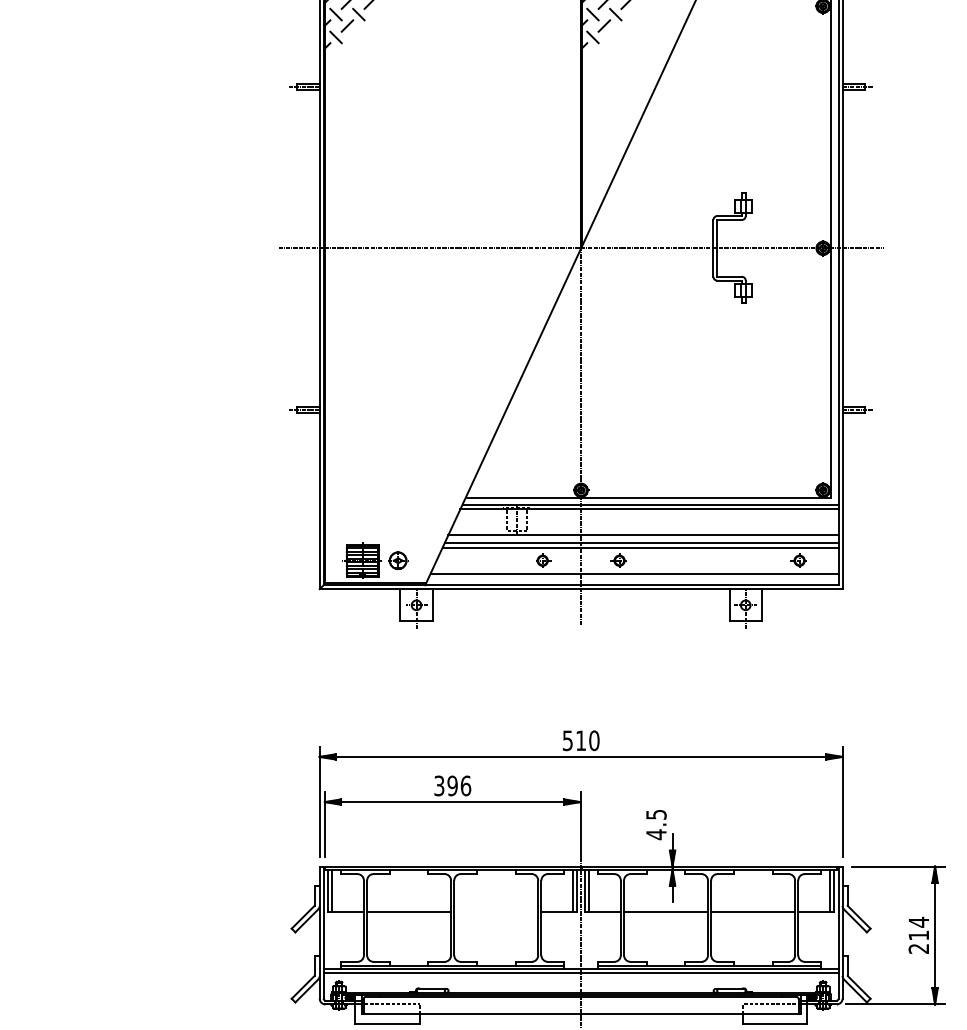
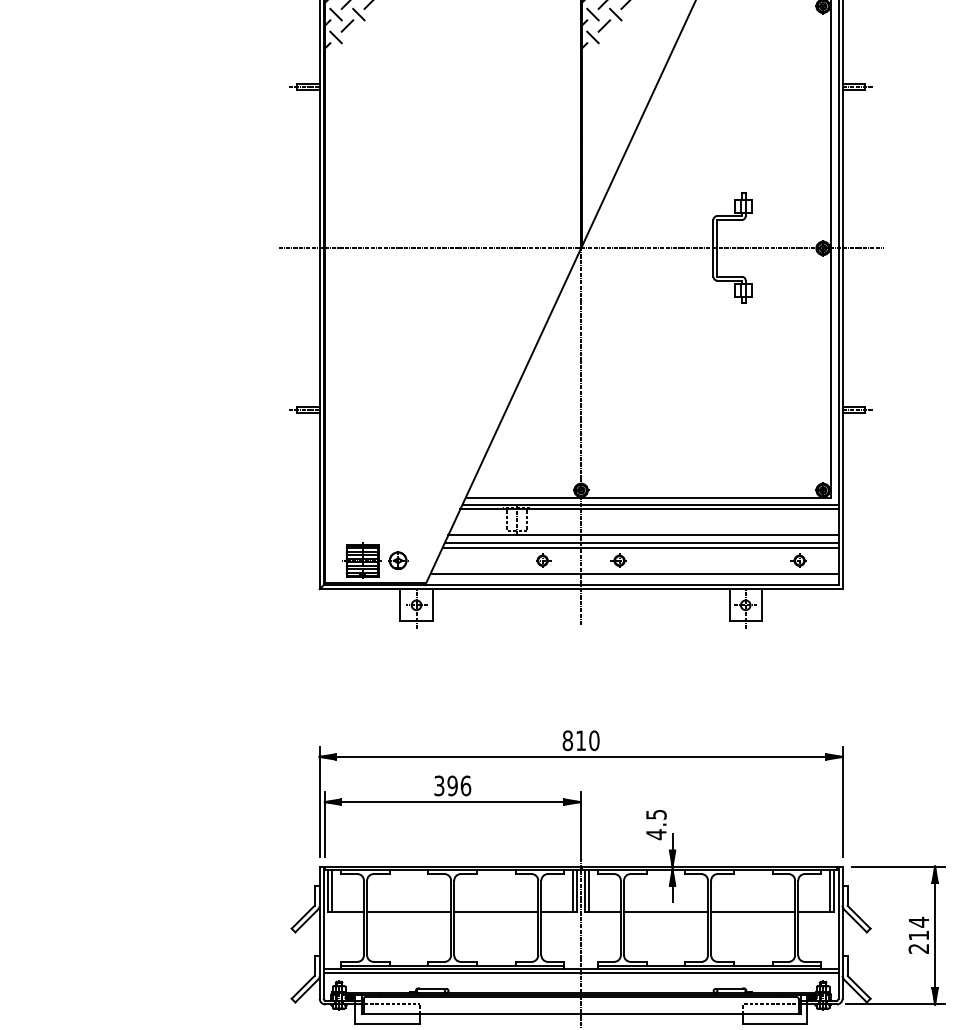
text at (567, 740): 510 -> 810
line at (496, 911): none -> present
